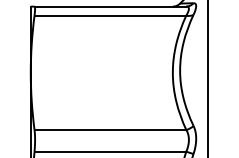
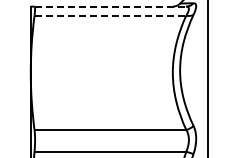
line at (110, 6): solid -> dashed
line at (110, 15): solid -> dashed
